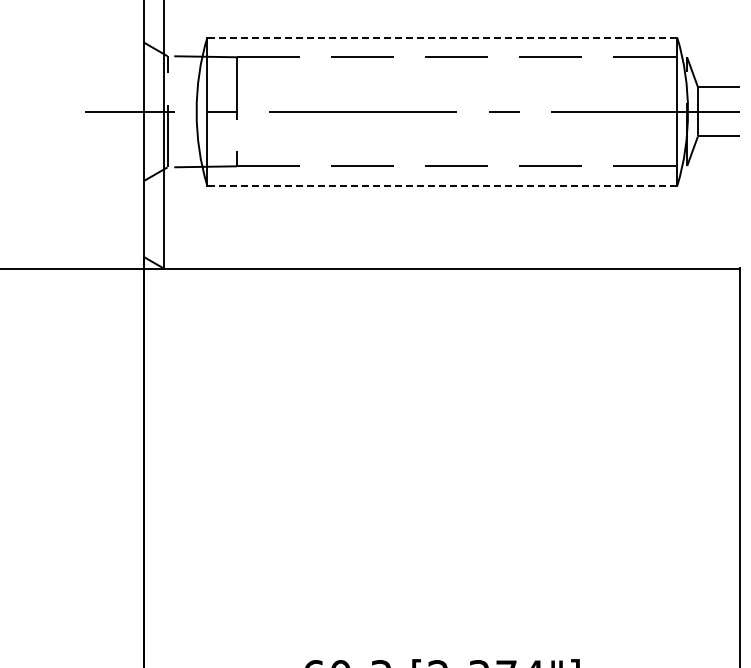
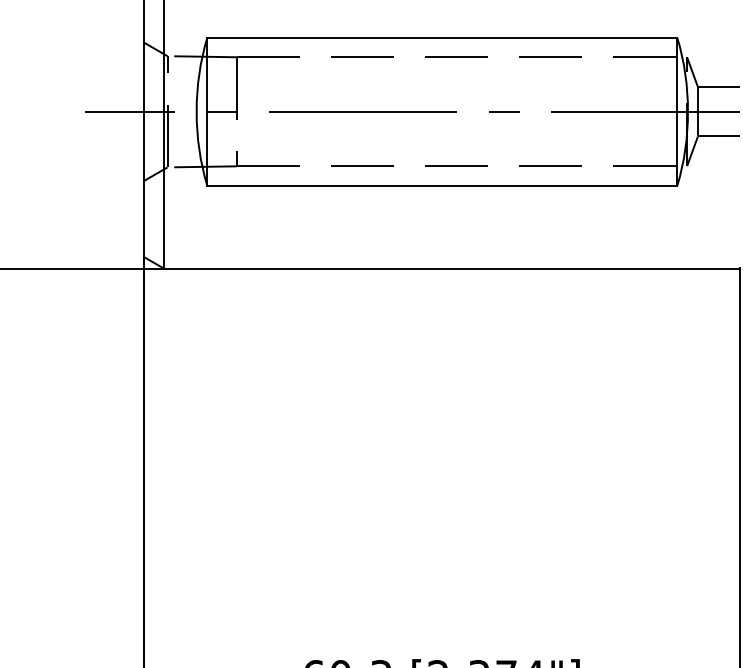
line at (442, 37): dashed -> solid
line at (442, 185): dashed -> solid
